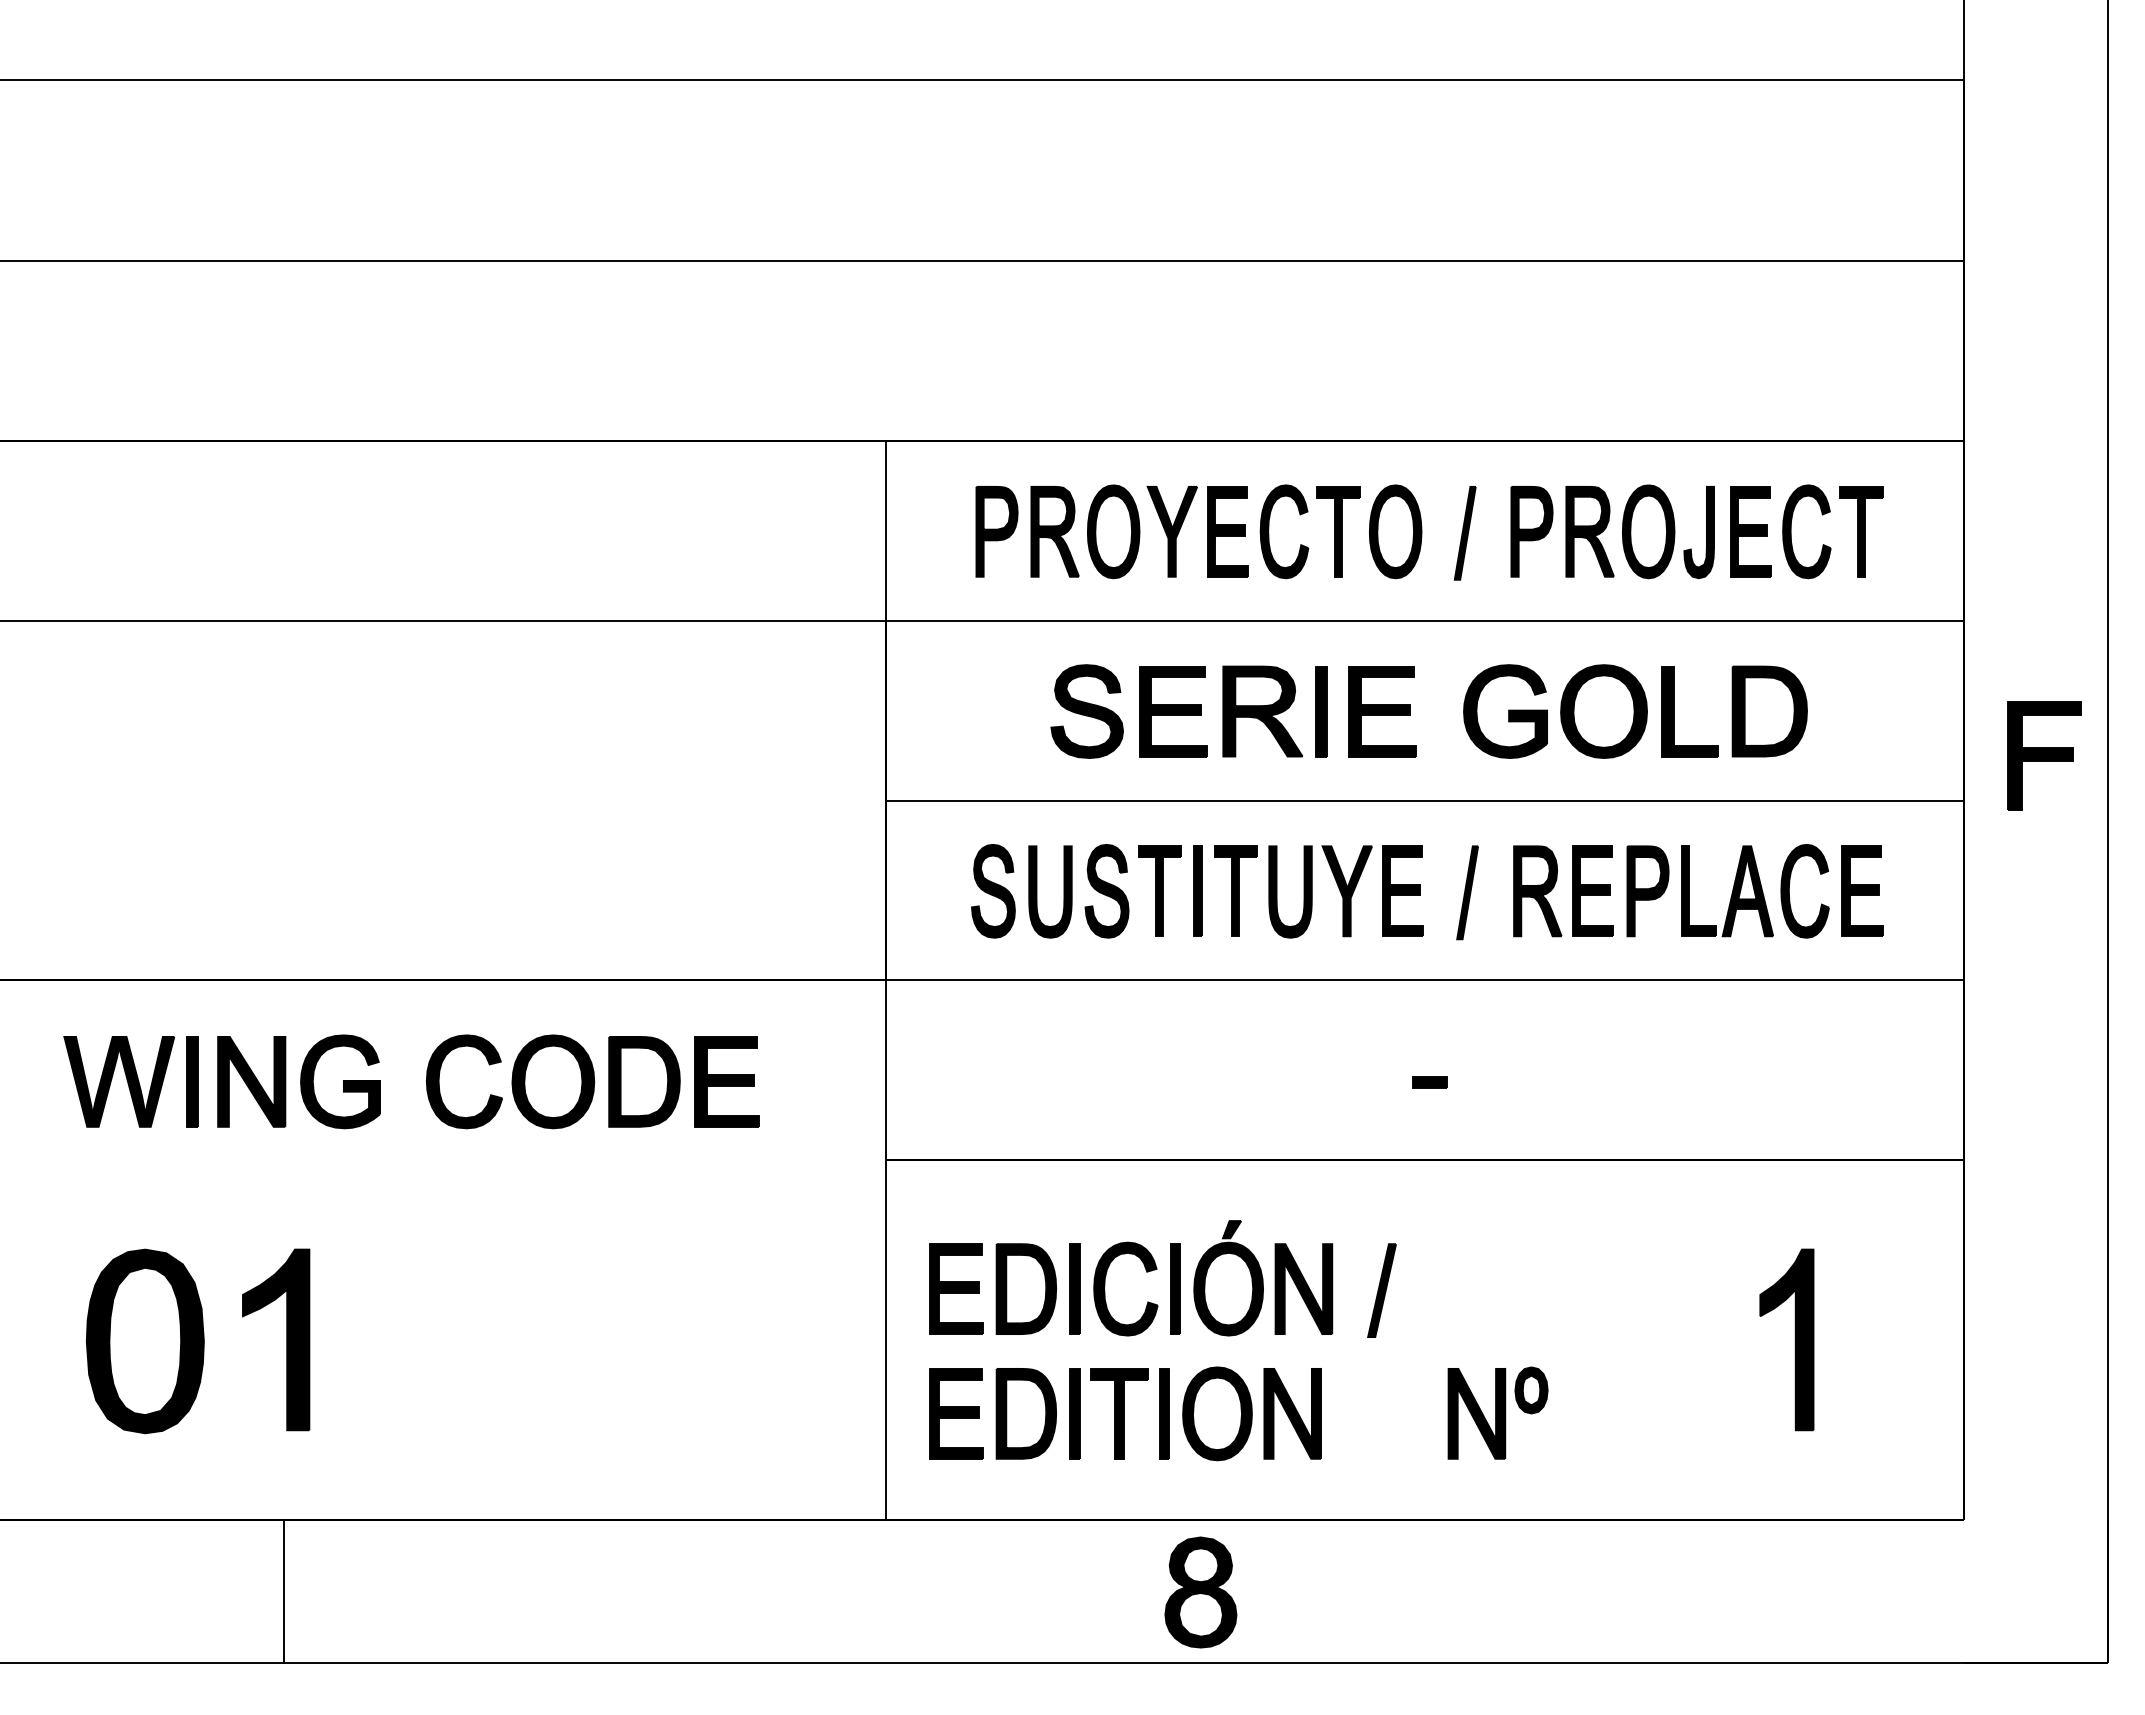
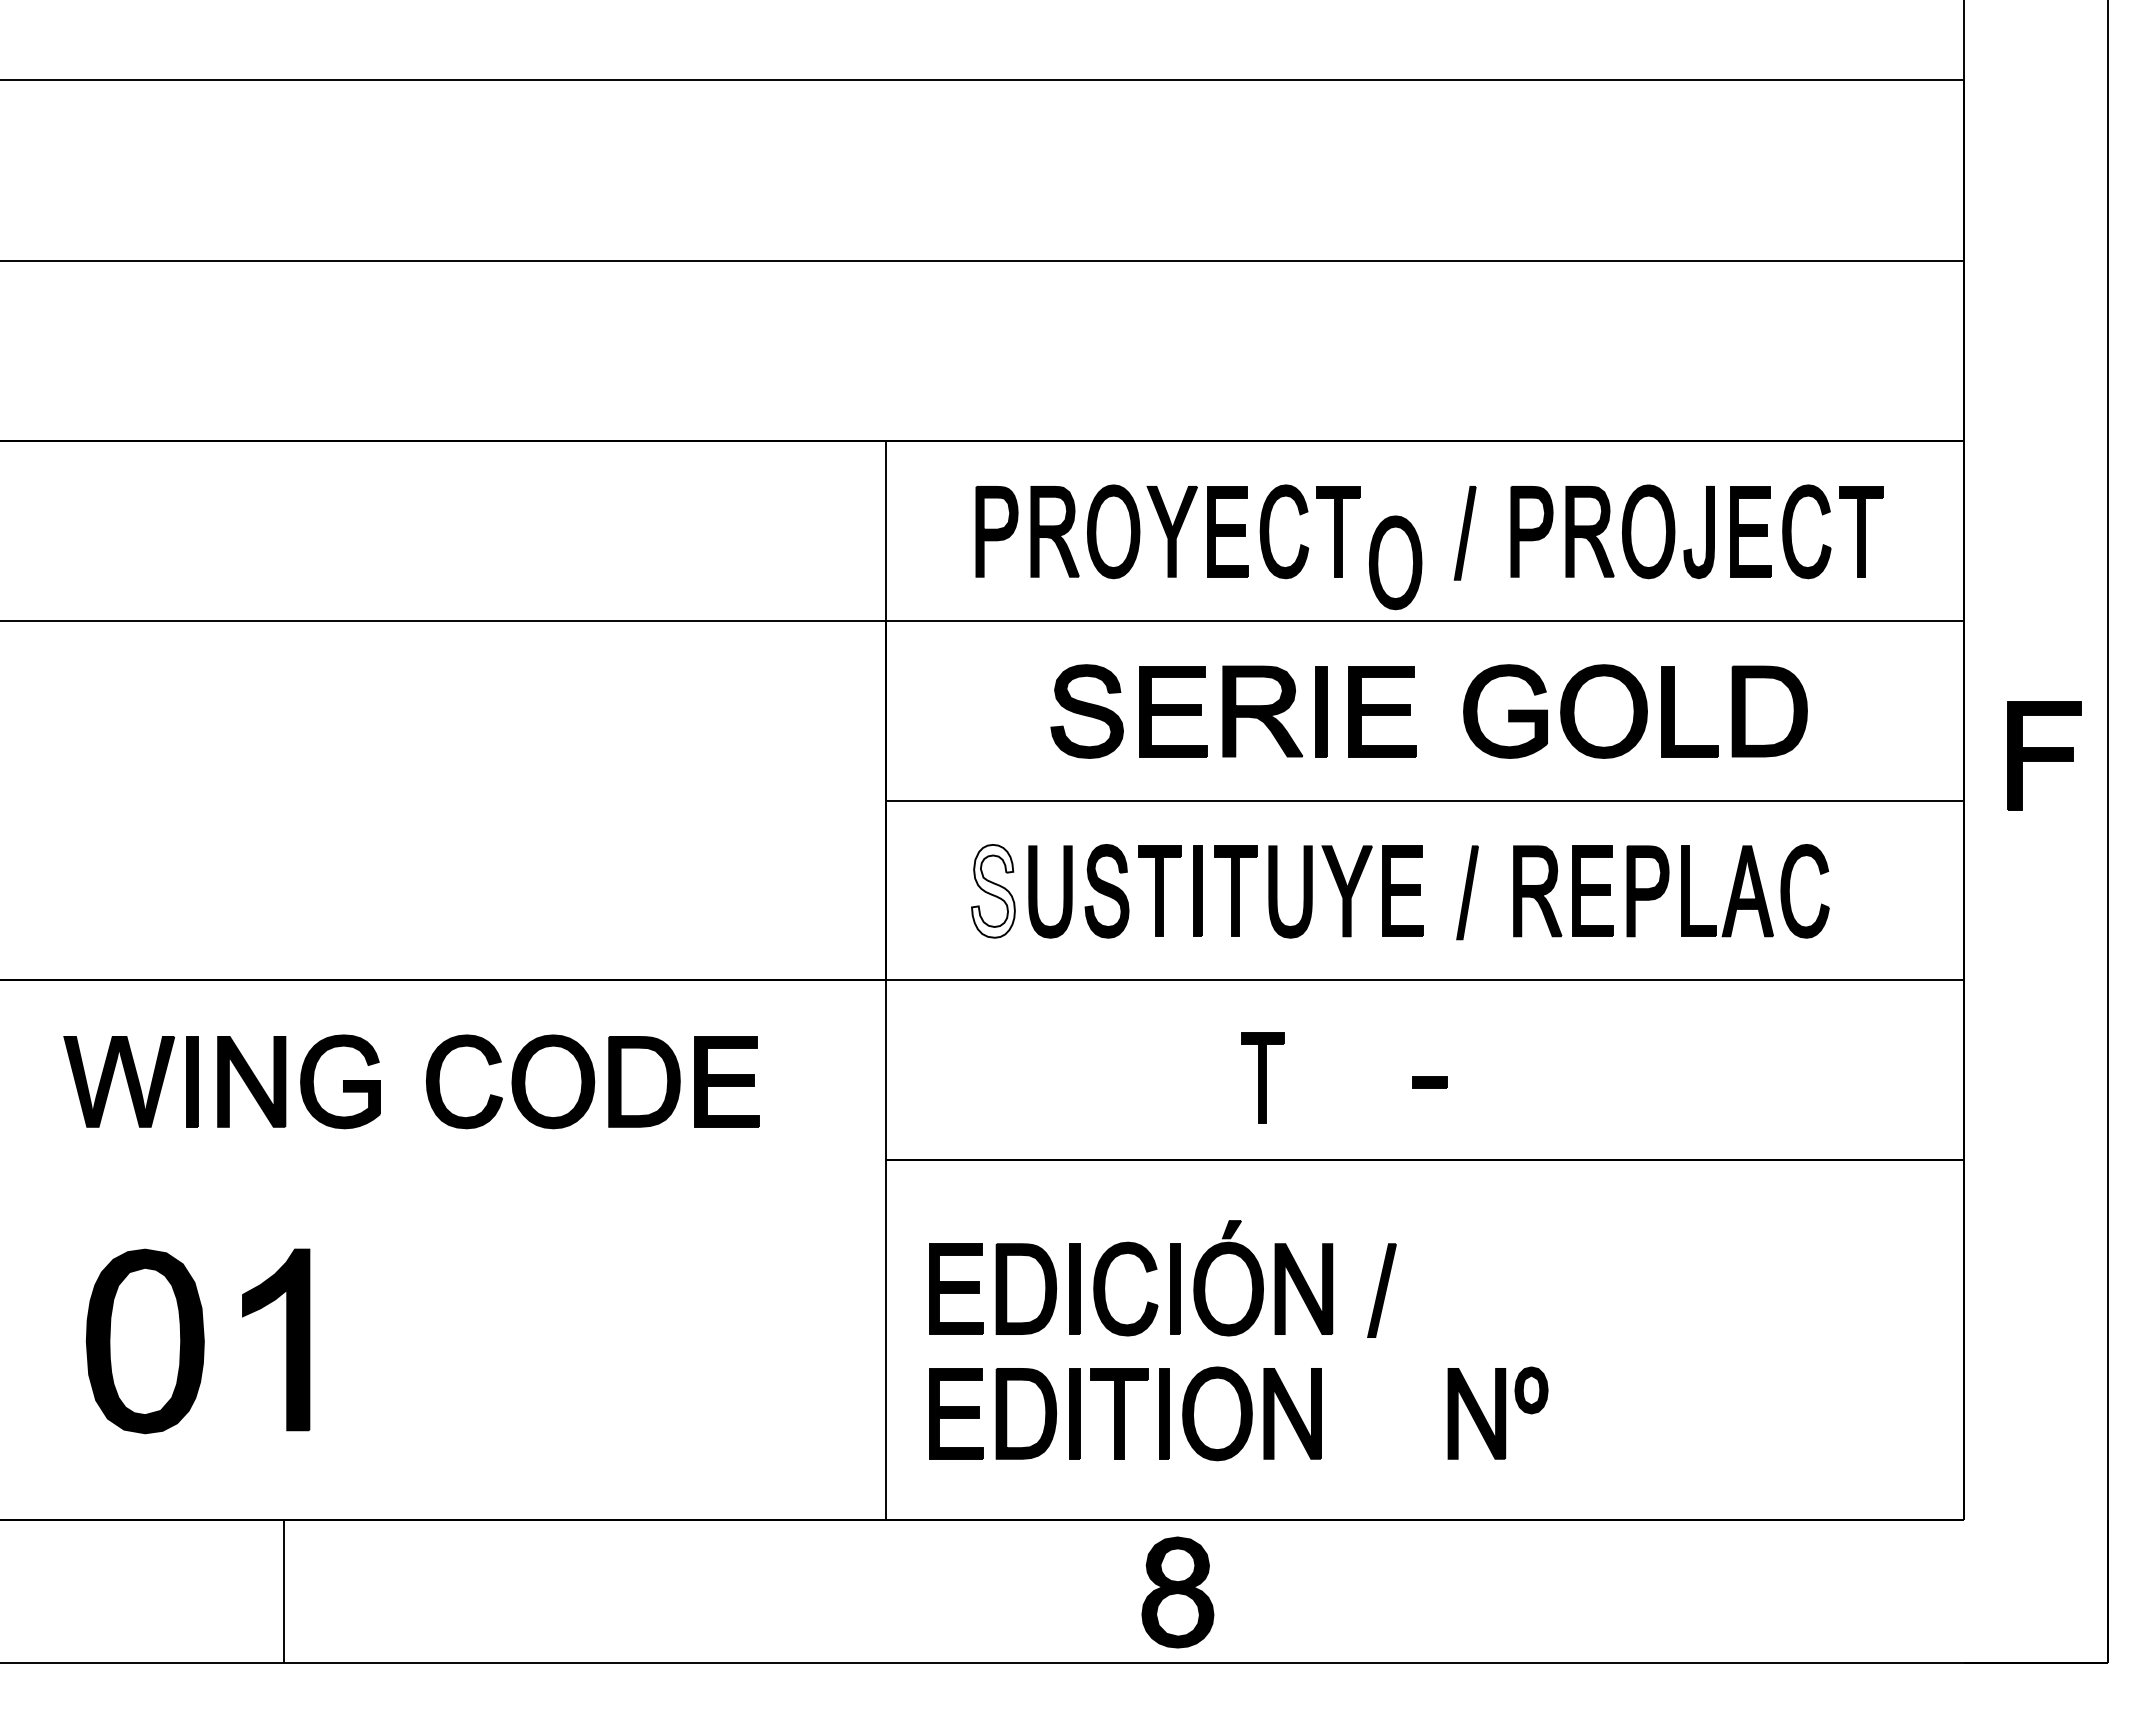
part at (1395, 531) position: (1395, 531) -> (1395, 562)
fill at (992, 890): present -> none
part at (1862, 890): present -> none
part at (1262, 1077): none -> present
part at (1794, 1339): present -> none
part at (1200, 1592) position: (1200, 1592) -> (1177, 1592)
